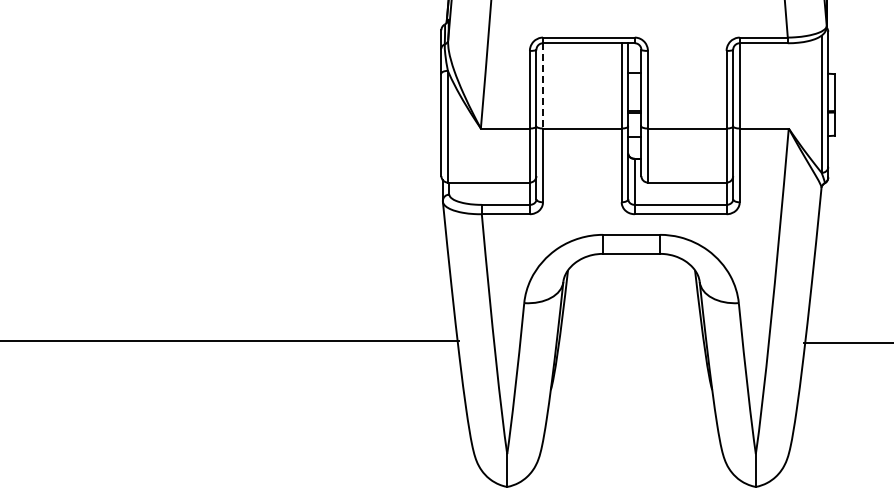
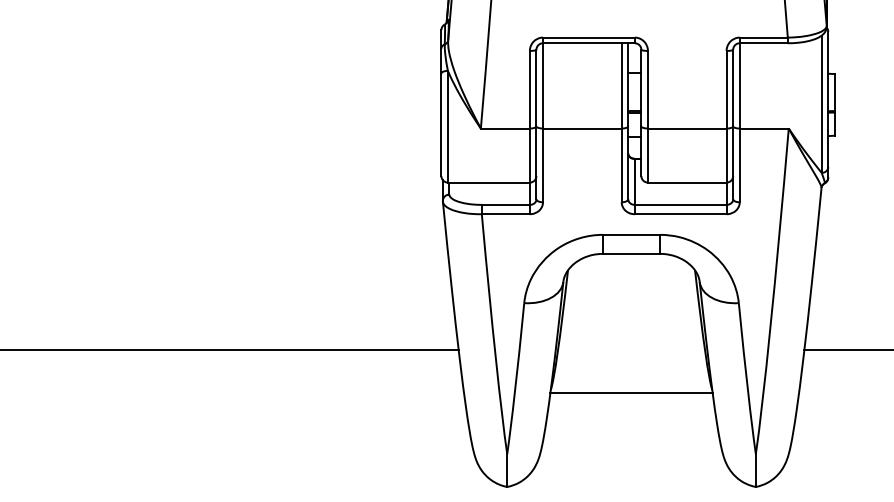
line at (543, 85): dashed -> solid
line at (230, 341) position: (230, 341) -> (230, 350)
line at (847, 343) position: (847, 343) -> (847, 350)
line at (631, 392): none -> present
